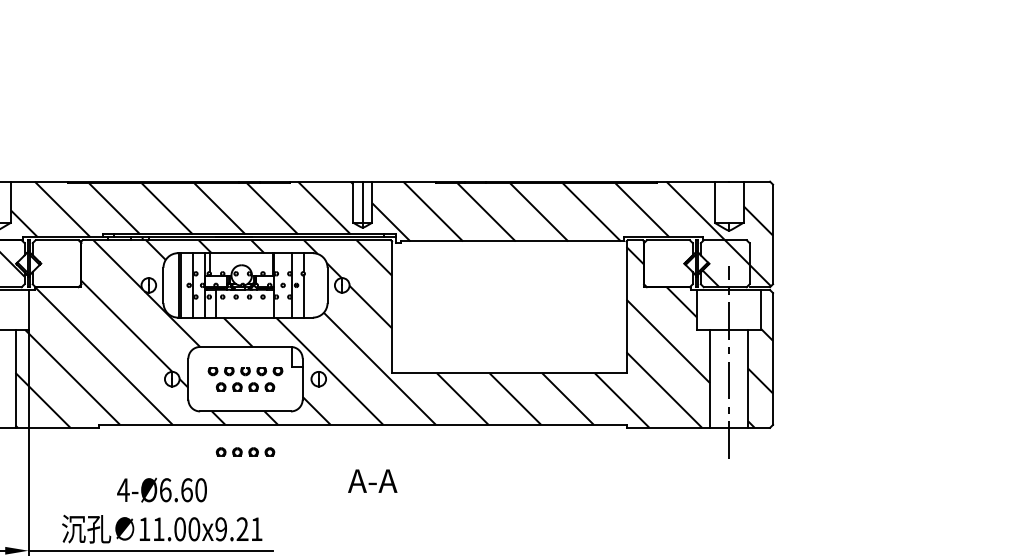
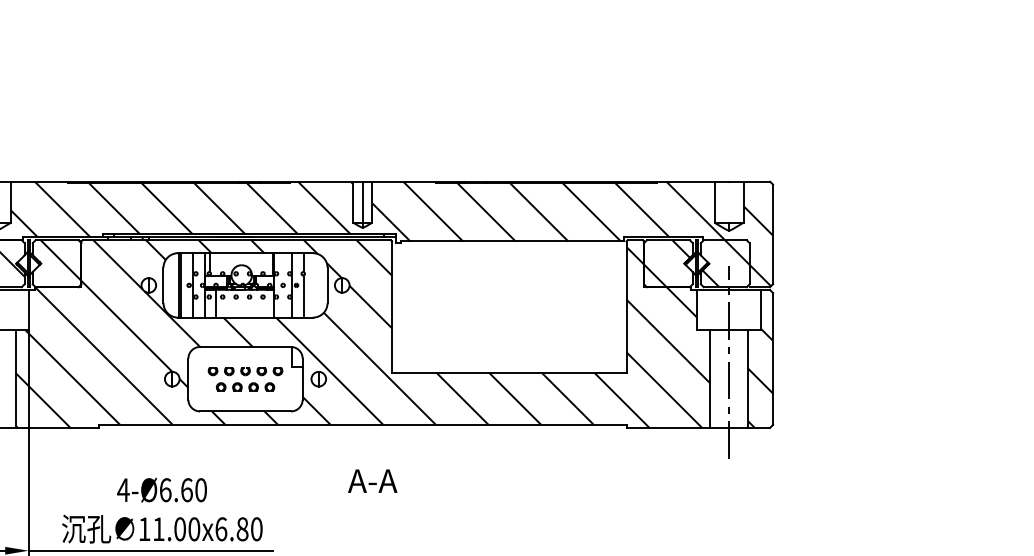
hatch at (60, 260): none -> present
hatch at (667, 263): none -> present
part at (245, 451): present -> none
text at (238, 529): 9.21 -> 6.80
